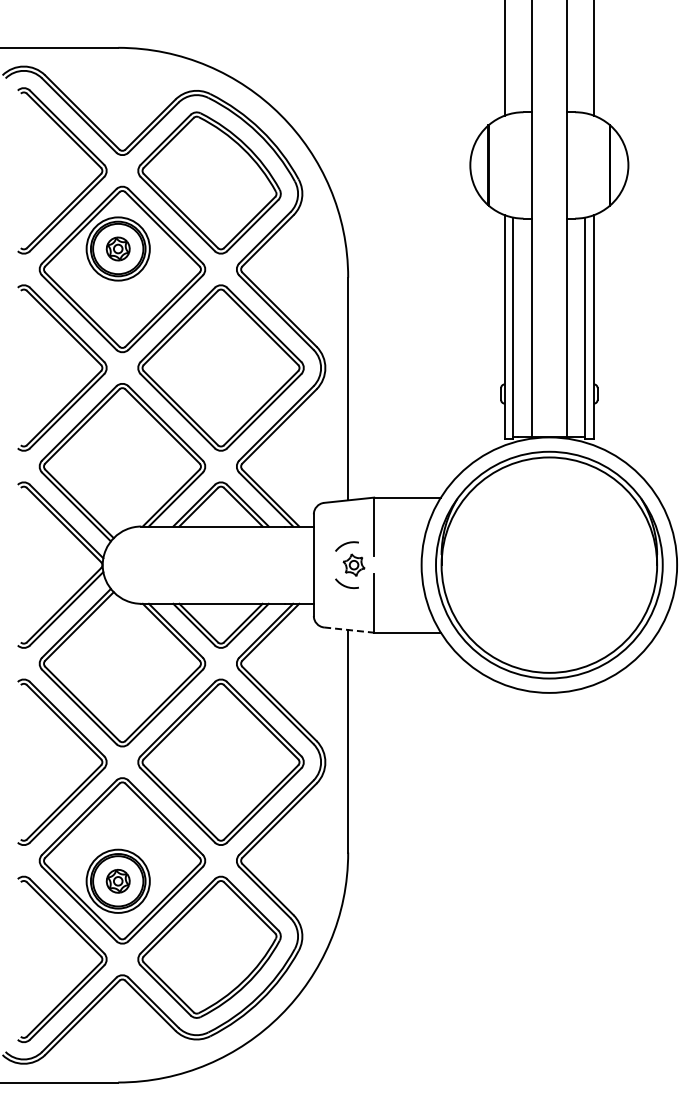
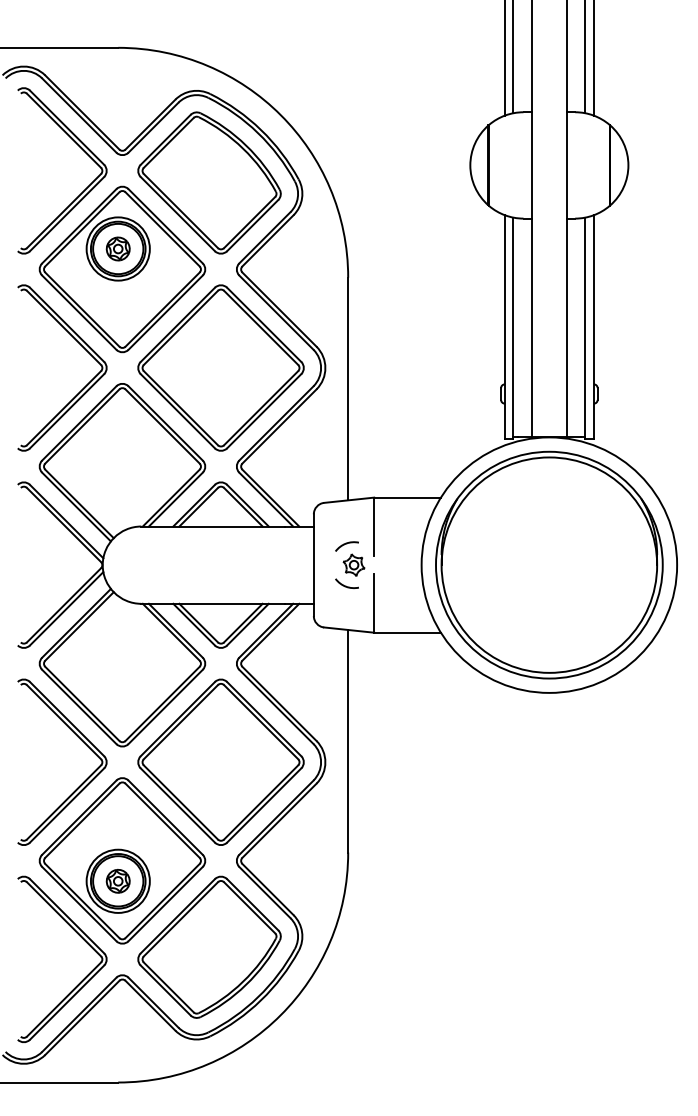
line at (513, 57): none -> present
line at (585, 57): none -> present
line at (349, 630): dashed -> solid
